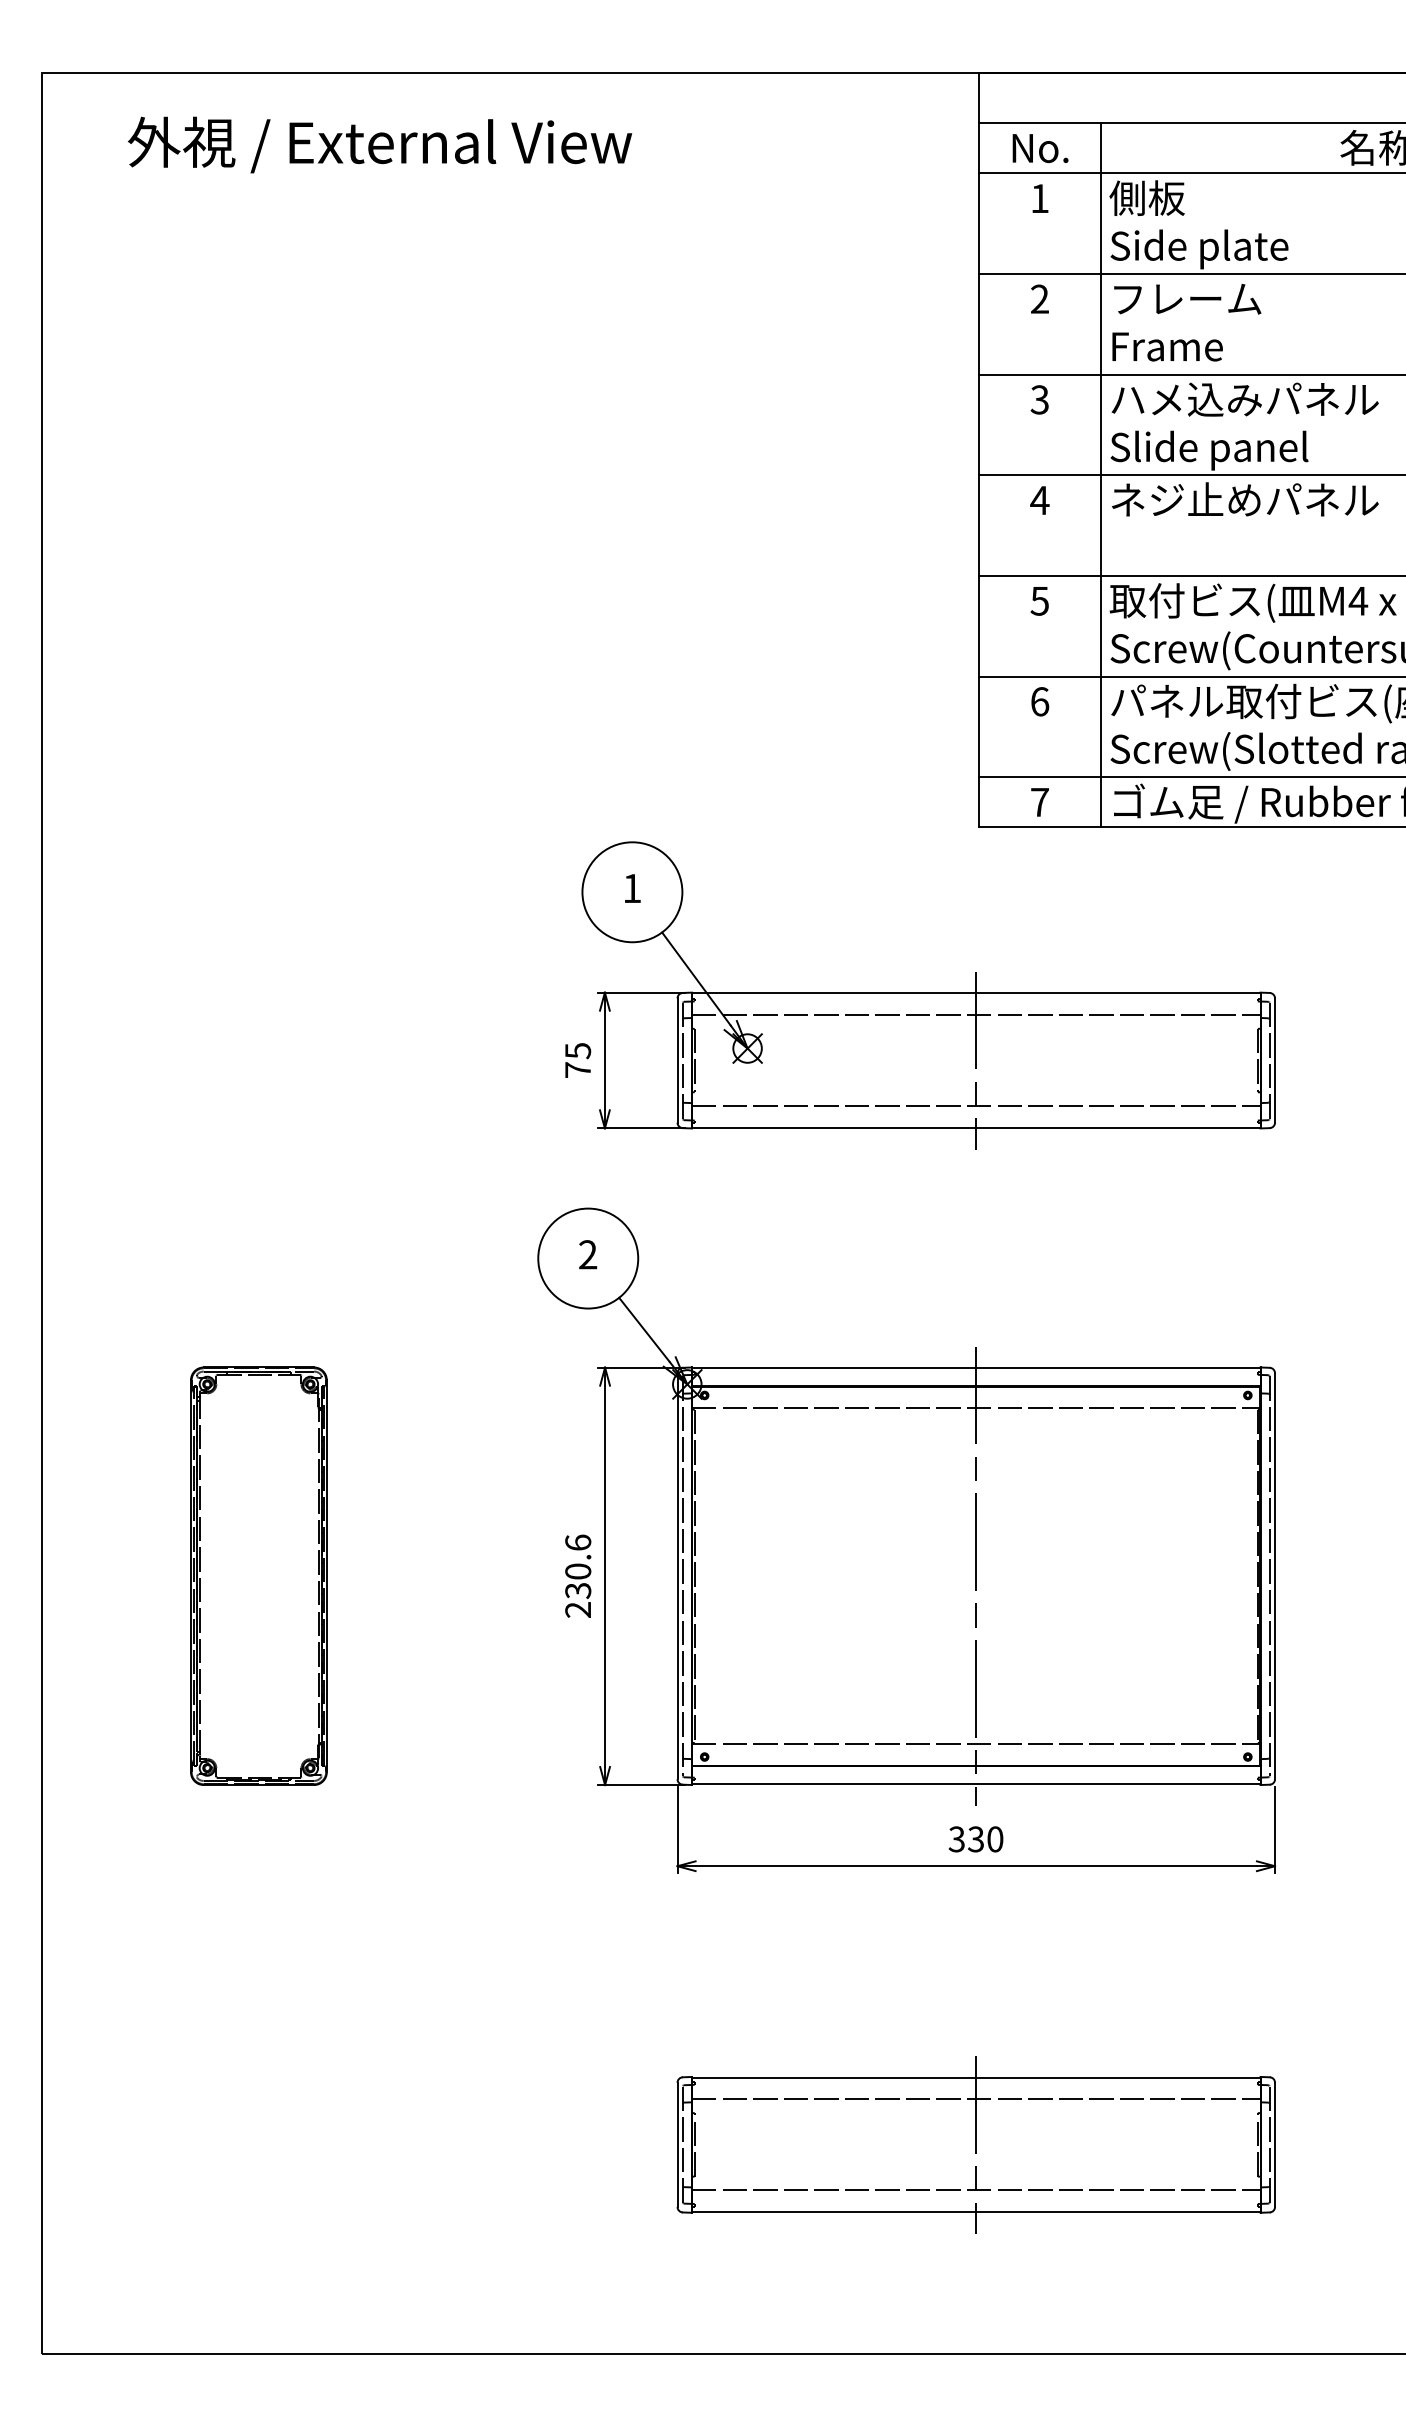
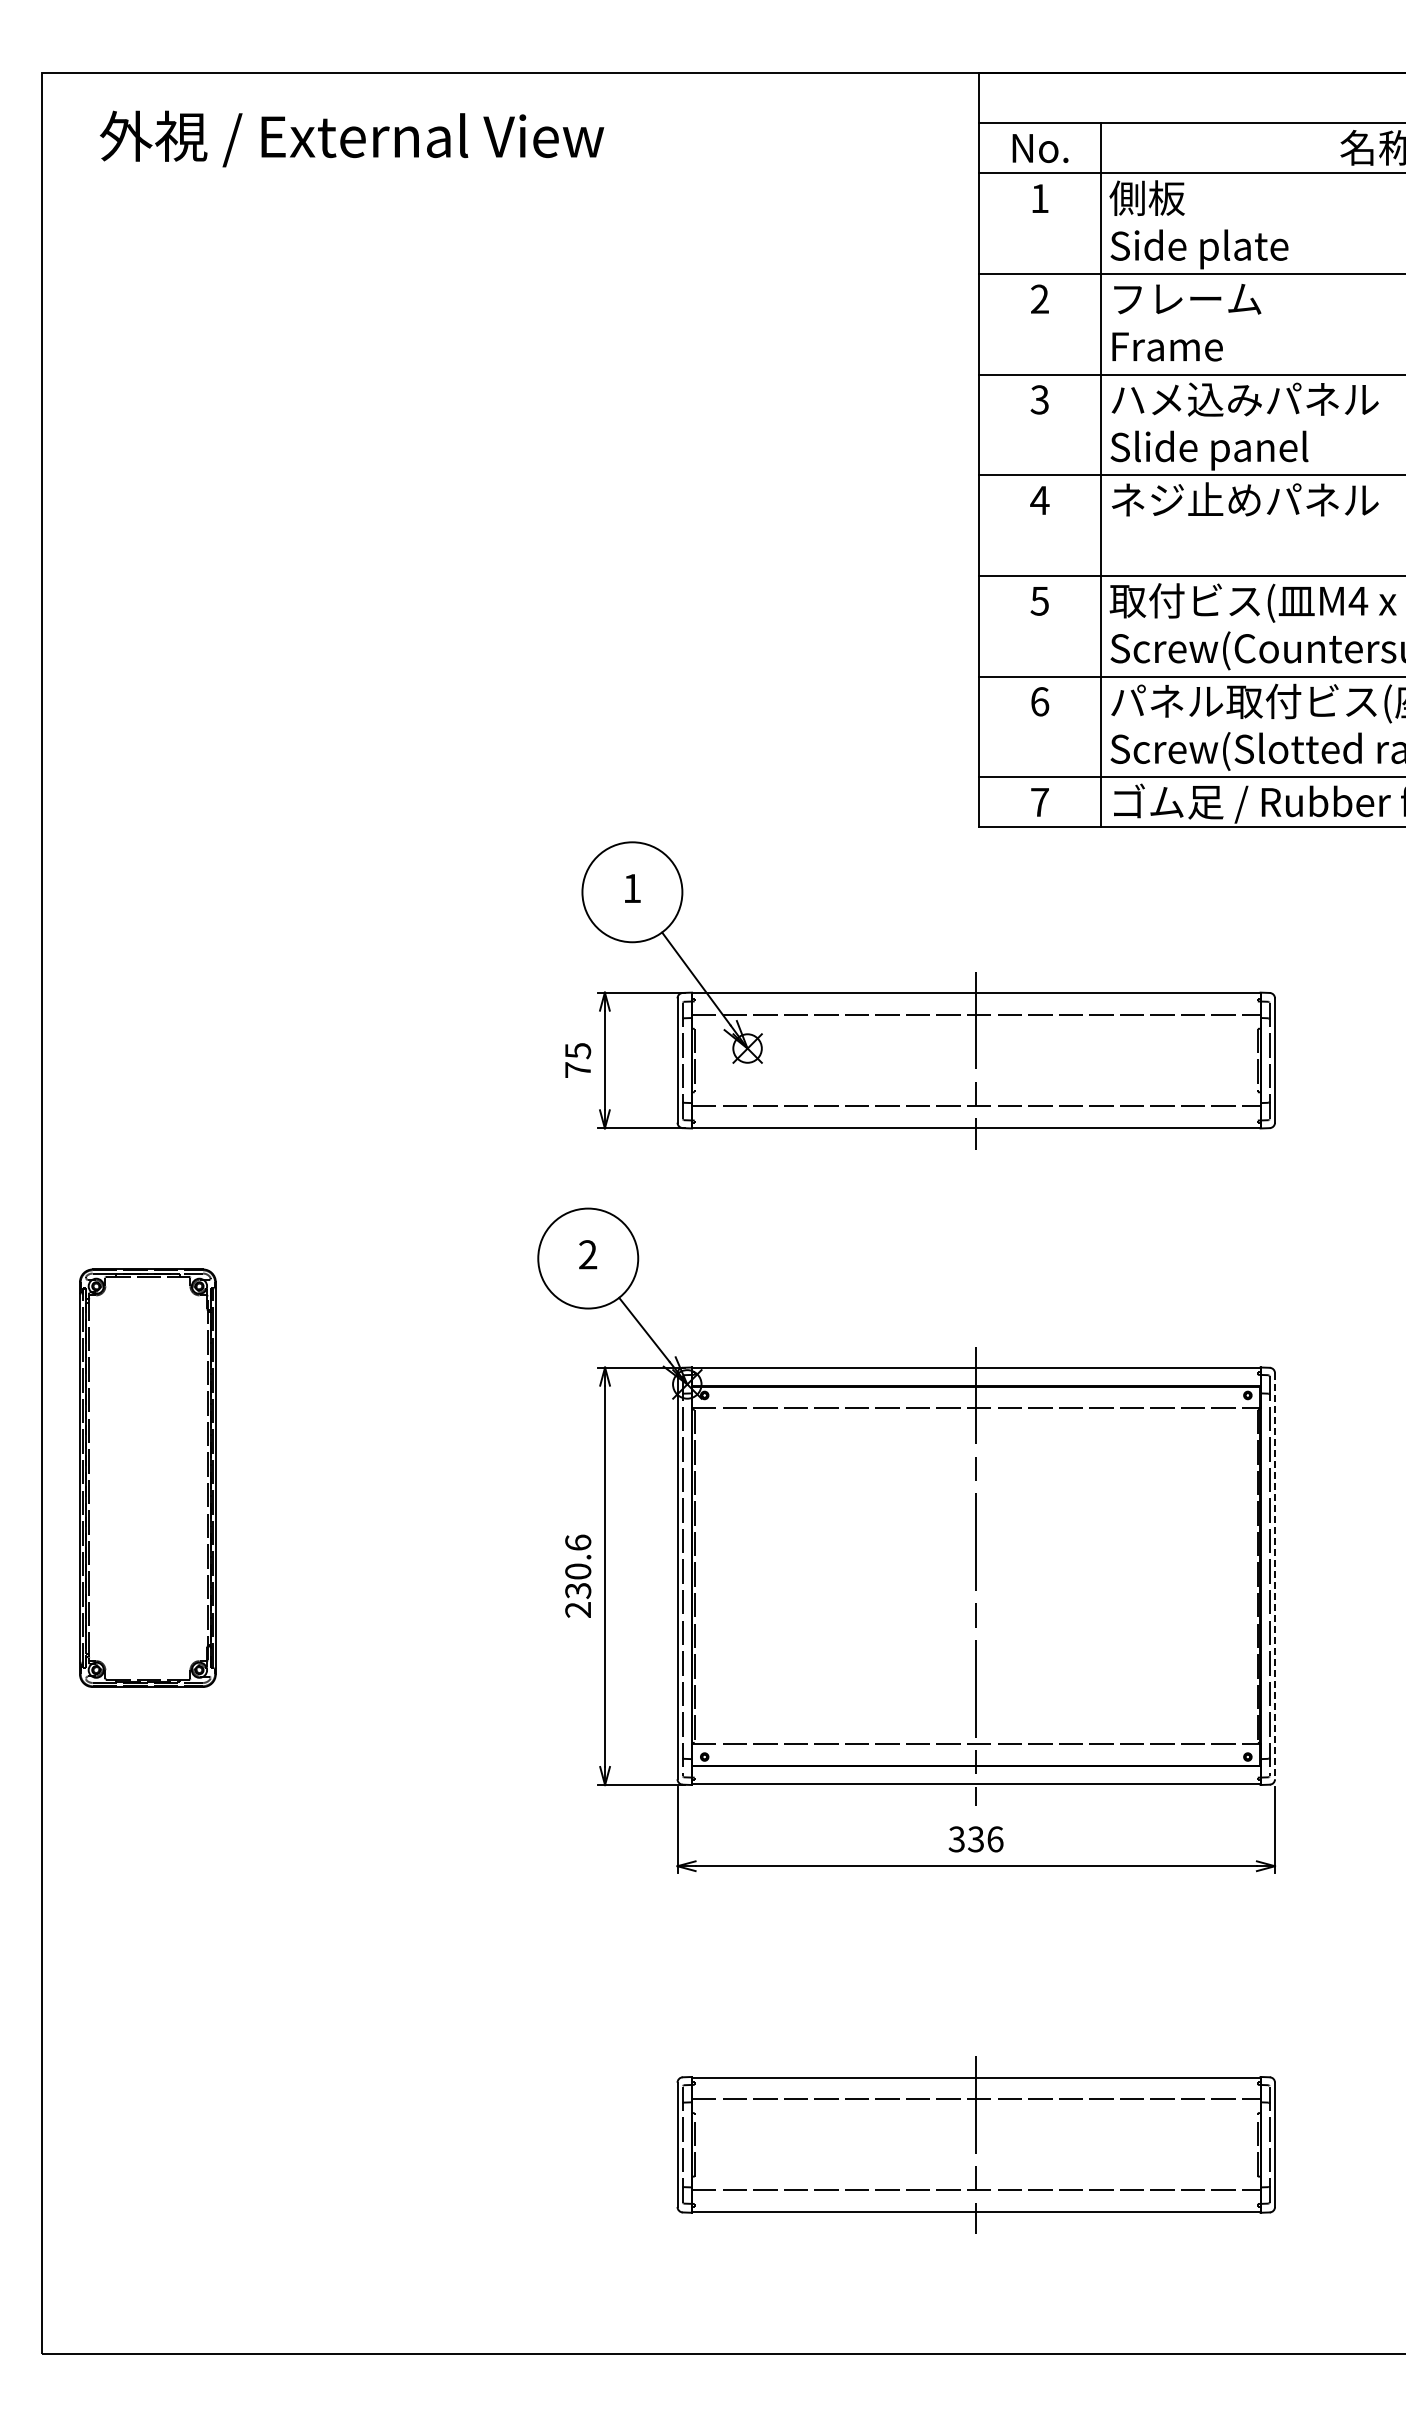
text at (380, 144) position: (380, 144) -> (352, 138)
part at (258, 1575) position: (258, 1575) -> (147, 1477)
line at (1275, 1576): solid -> dashed
text at (995, 1839): 330 -> 336
